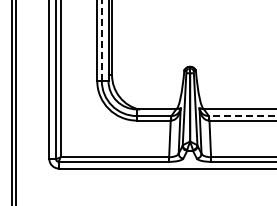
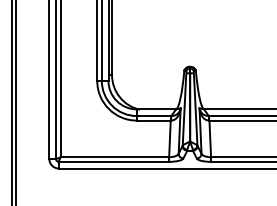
line at (101, 40): dashed -> solid
line at (242, 116): dashed -> solid
